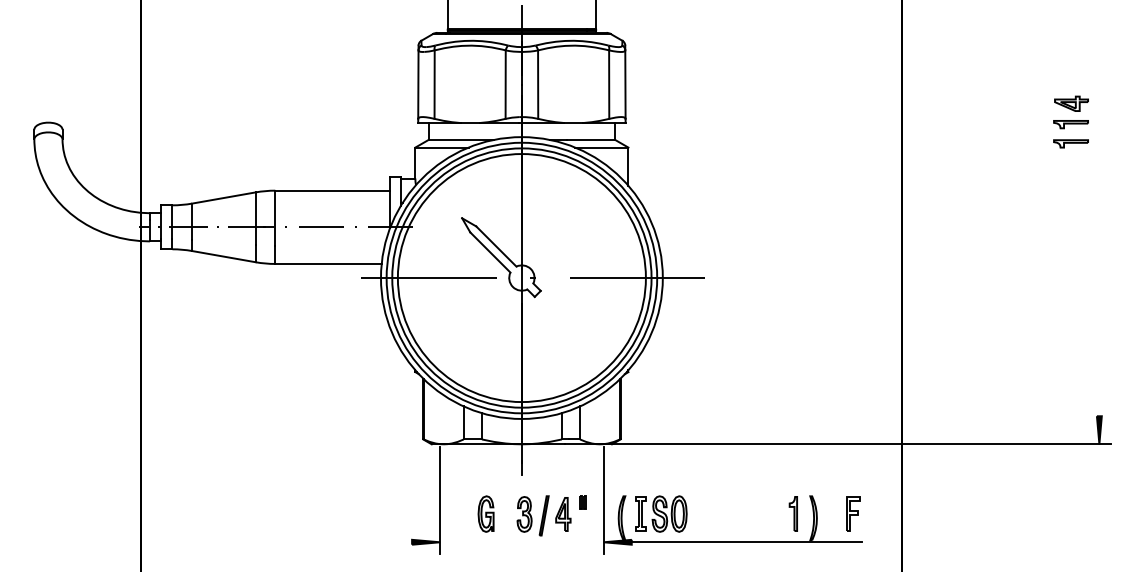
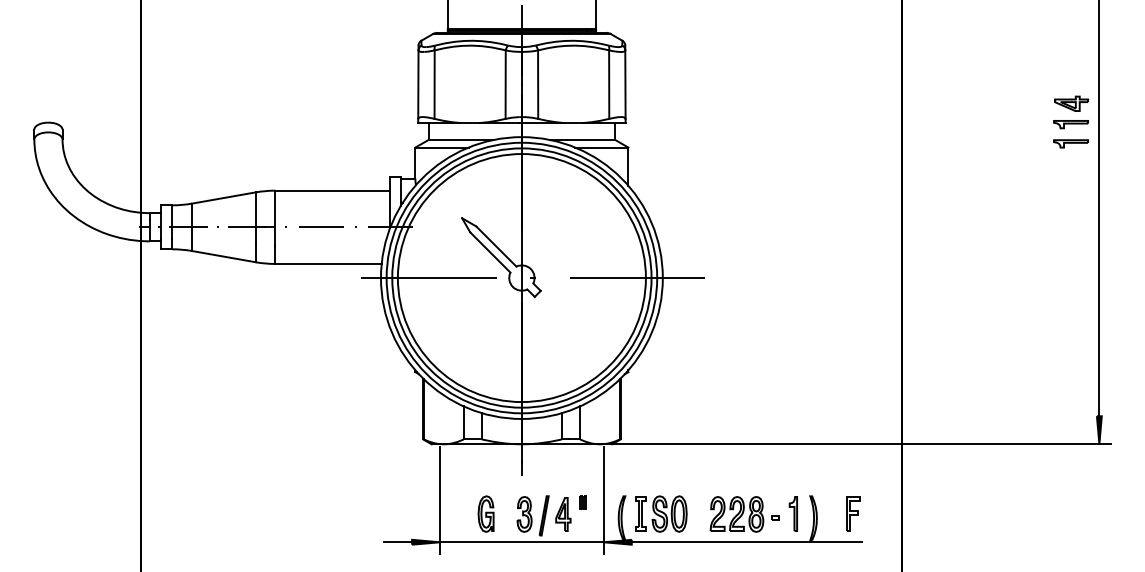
line at (1099, 209): none -> present
part at (744, 514): none -> present
line at (397, 542): none -> present
line at (521, 542): none -> present
